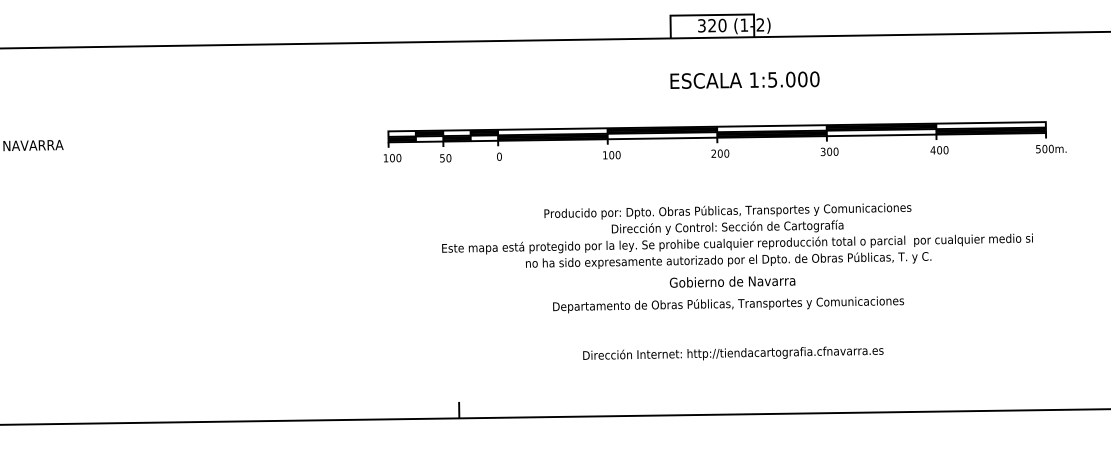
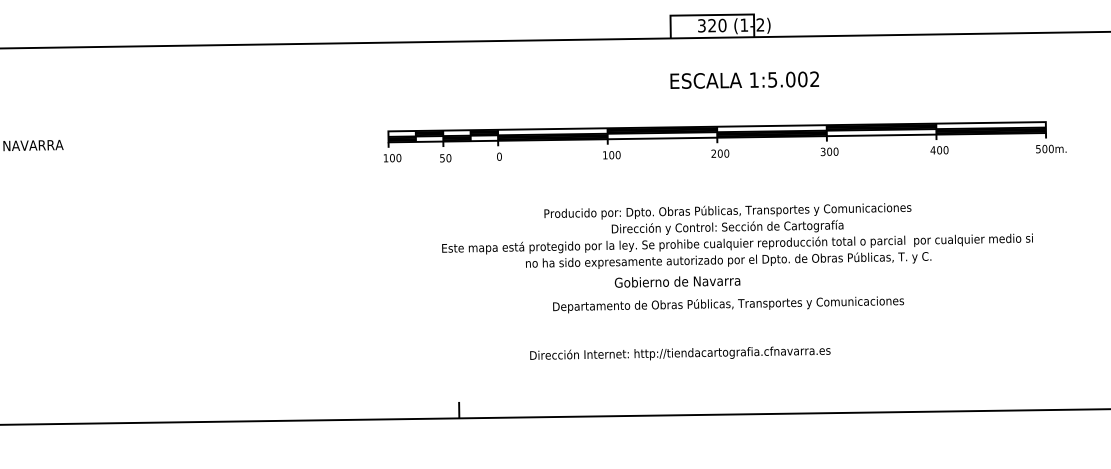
text at (814, 79): 1:5.000 -> 1:5.002
text at (732, 281) position: (732, 281) -> (677, 281)
text at (733, 353) position: (733, 353) -> (680, 353)
